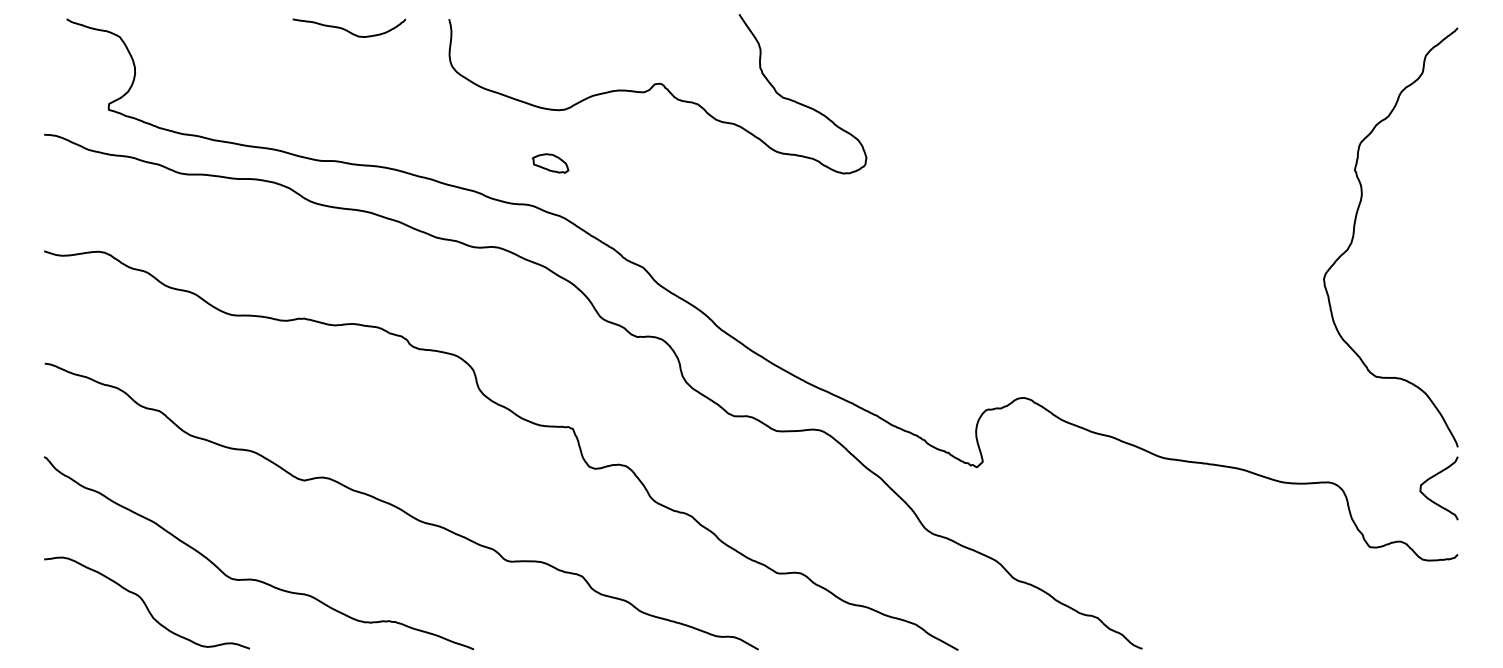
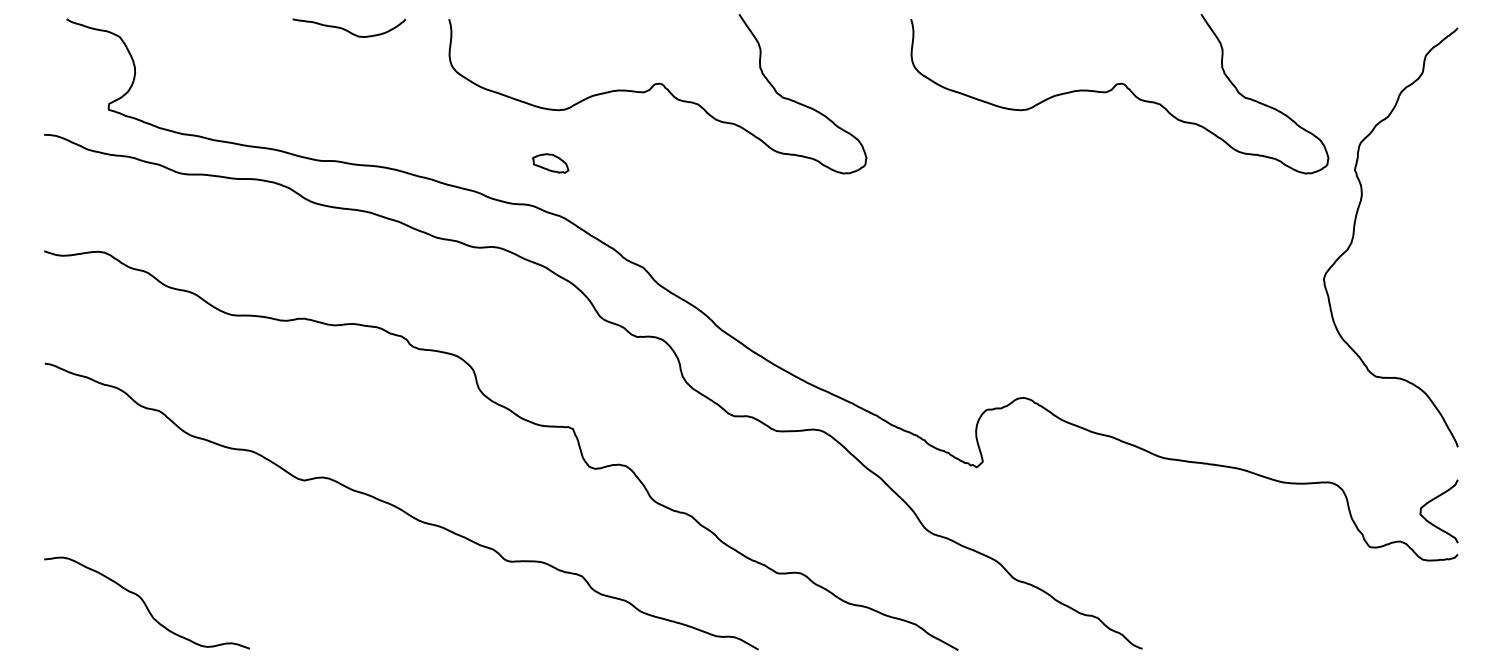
curve at (1114, 88): none -> present
curve at (1430, 479) position: (1430, 479) -> (1430, 502)
curve at (252, 578): present -> none
